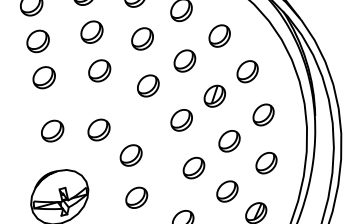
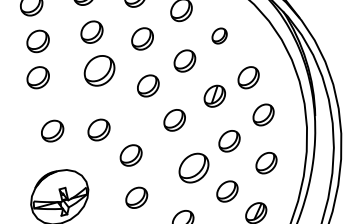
part at (219, 35) size: 23x24 px -> 17x18 px
part at (99, 70) size: 24x24 px -> 33x32 px
part at (247, 71) position: (247, 71) -> (248, 77)
part at (43, 77) position: (43, 77) -> (37, 77)
part at (181, 120) position: (181, 120) -> (174, 120)
part at (193, 167) size: 24x24 px -> 32x32 px
